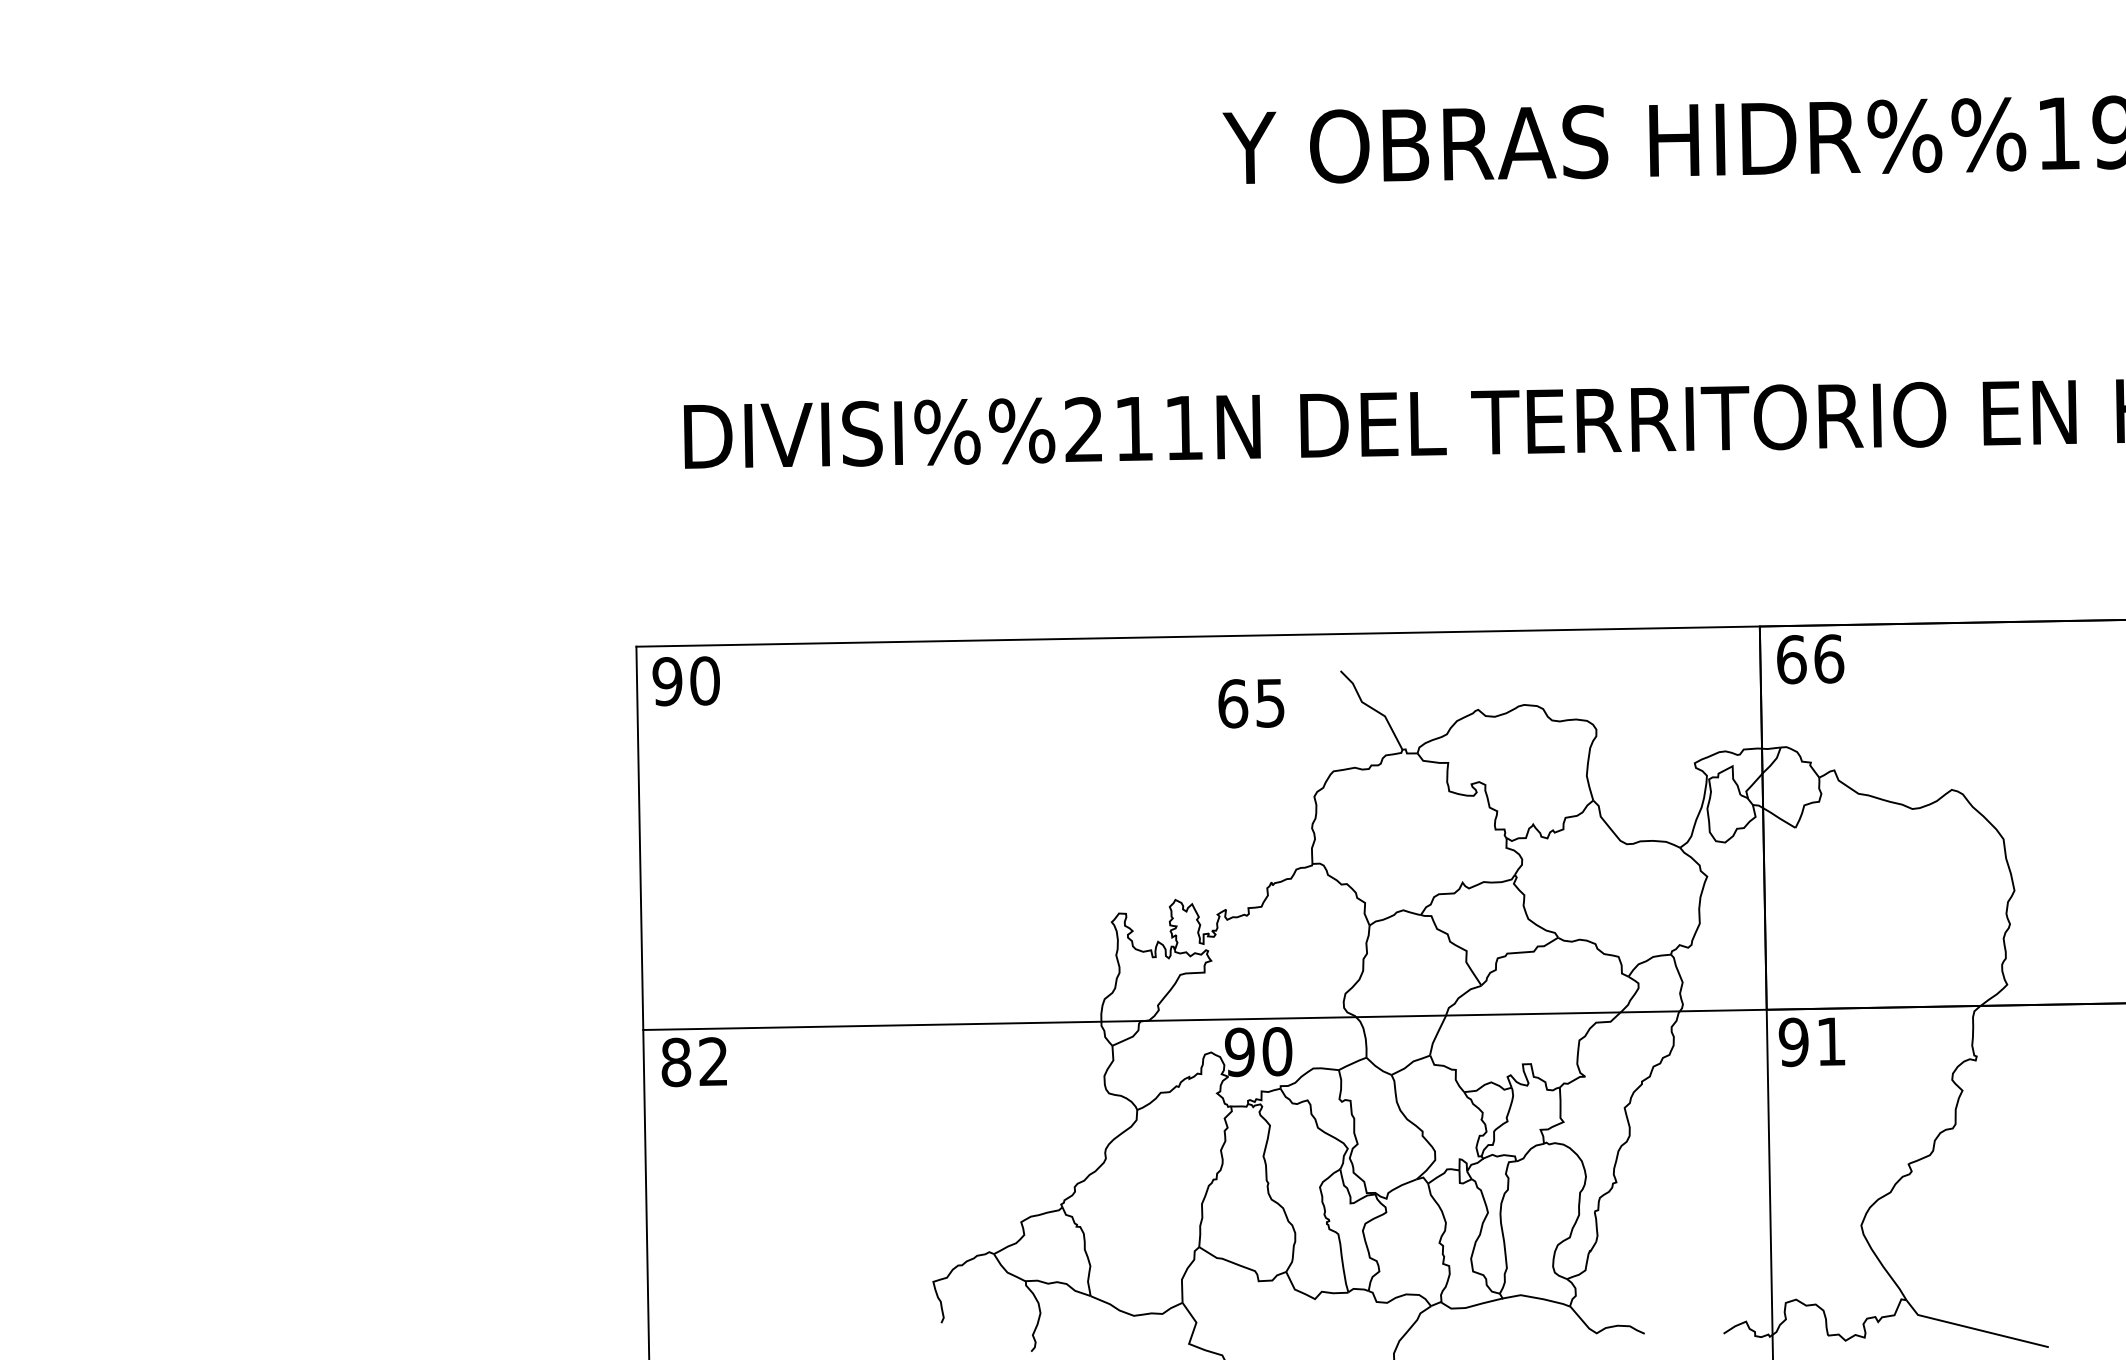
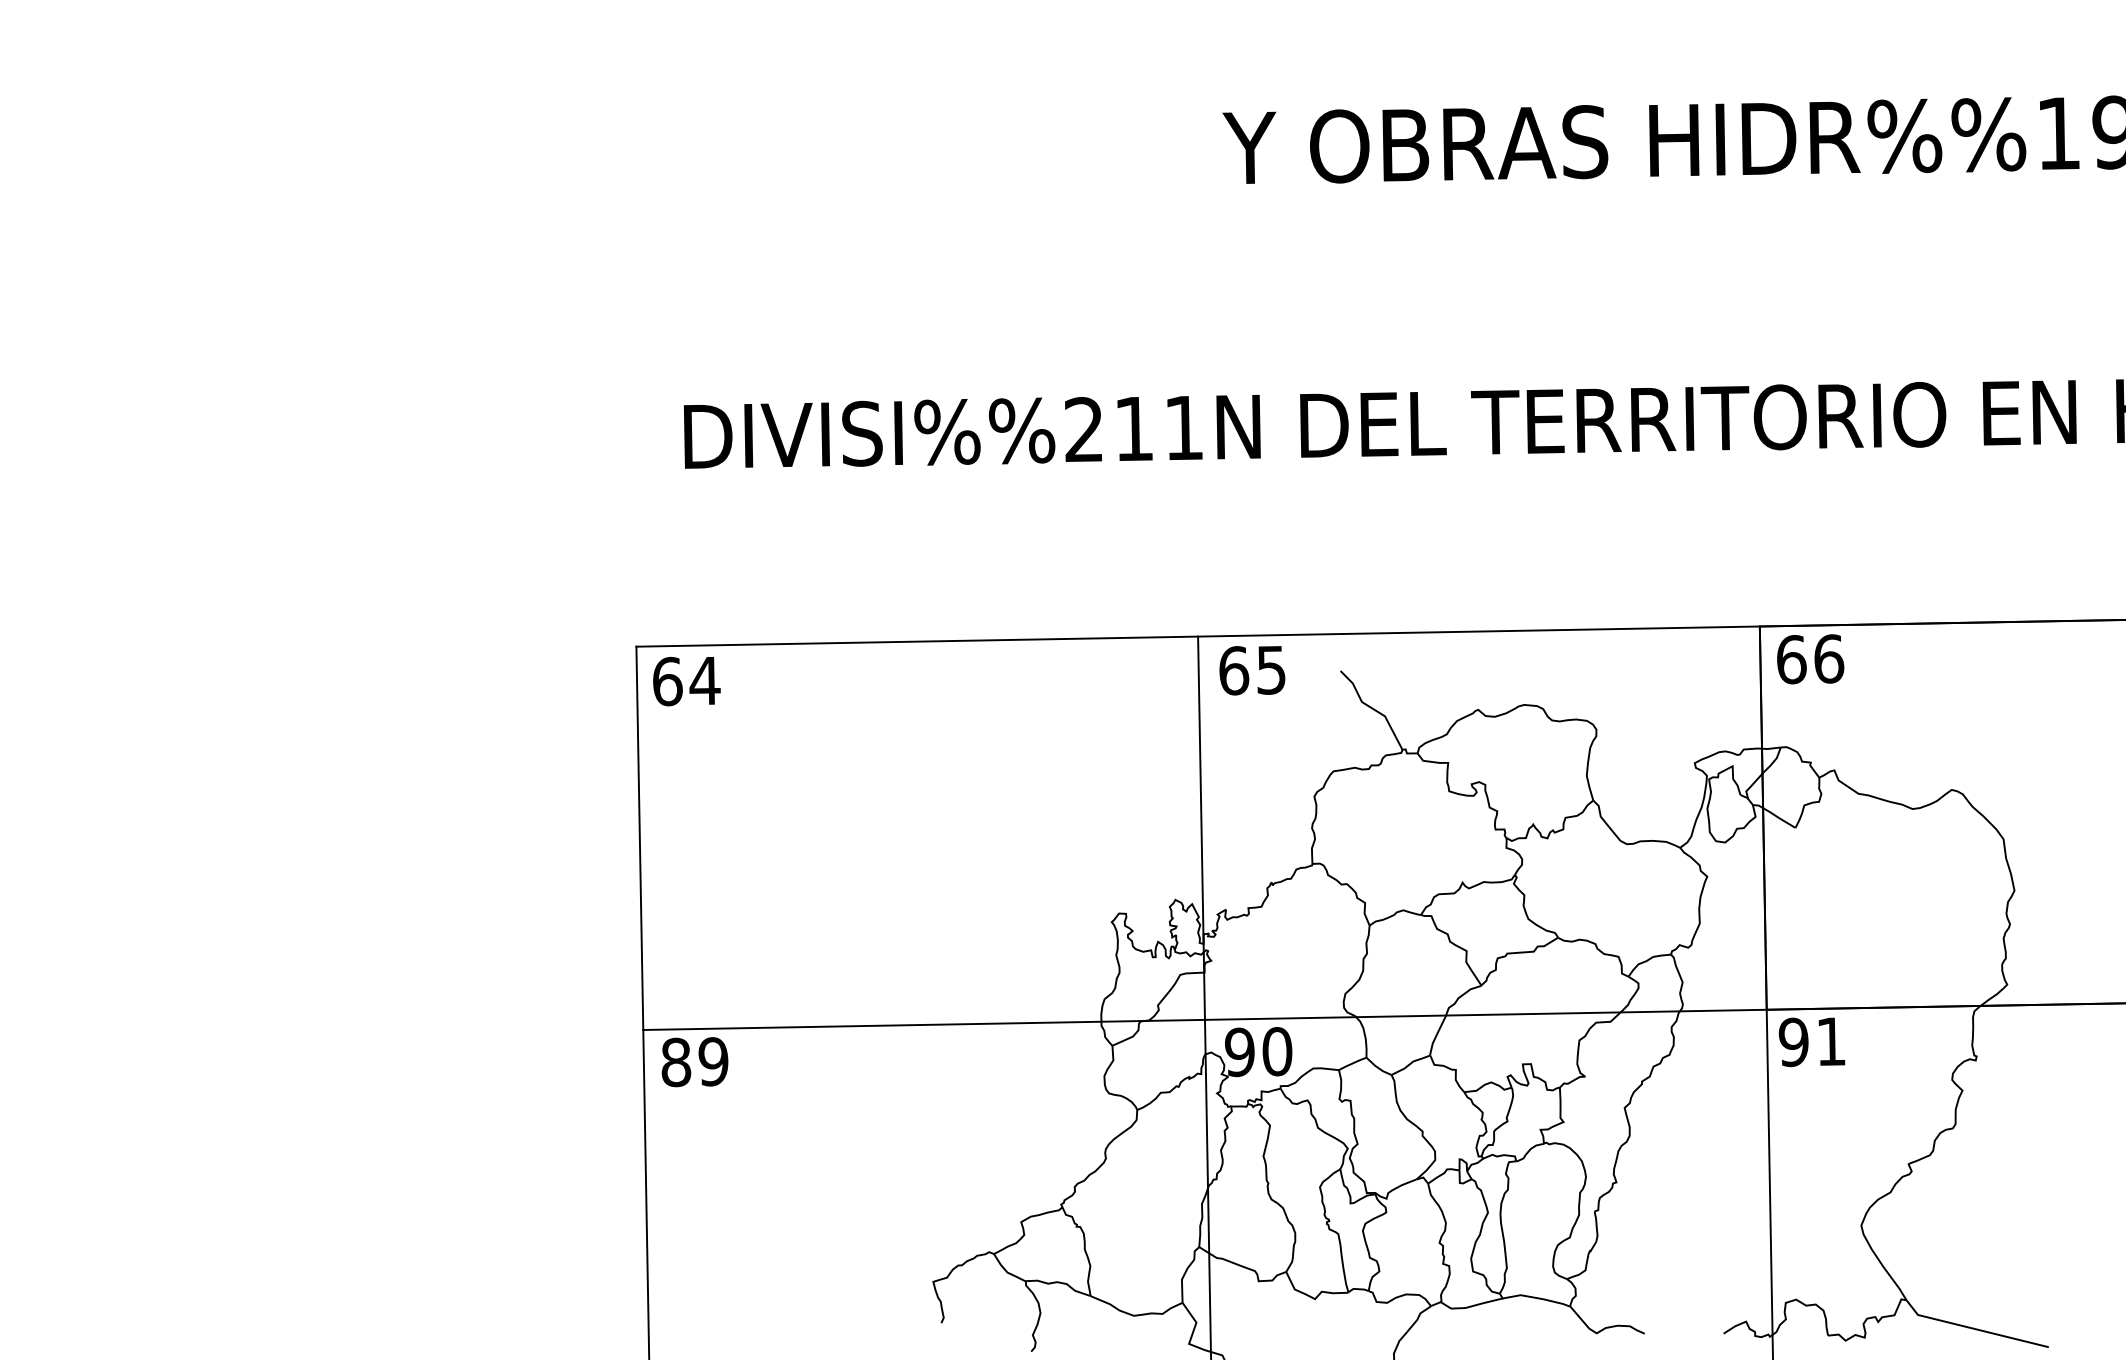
text at (686, 681): 90 -> 64
text at (1251, 703) position: (1251, 703) -> (1252, 670)
line at (1204, 996): none -> present
text at (713, 1061): 82 -> 89
